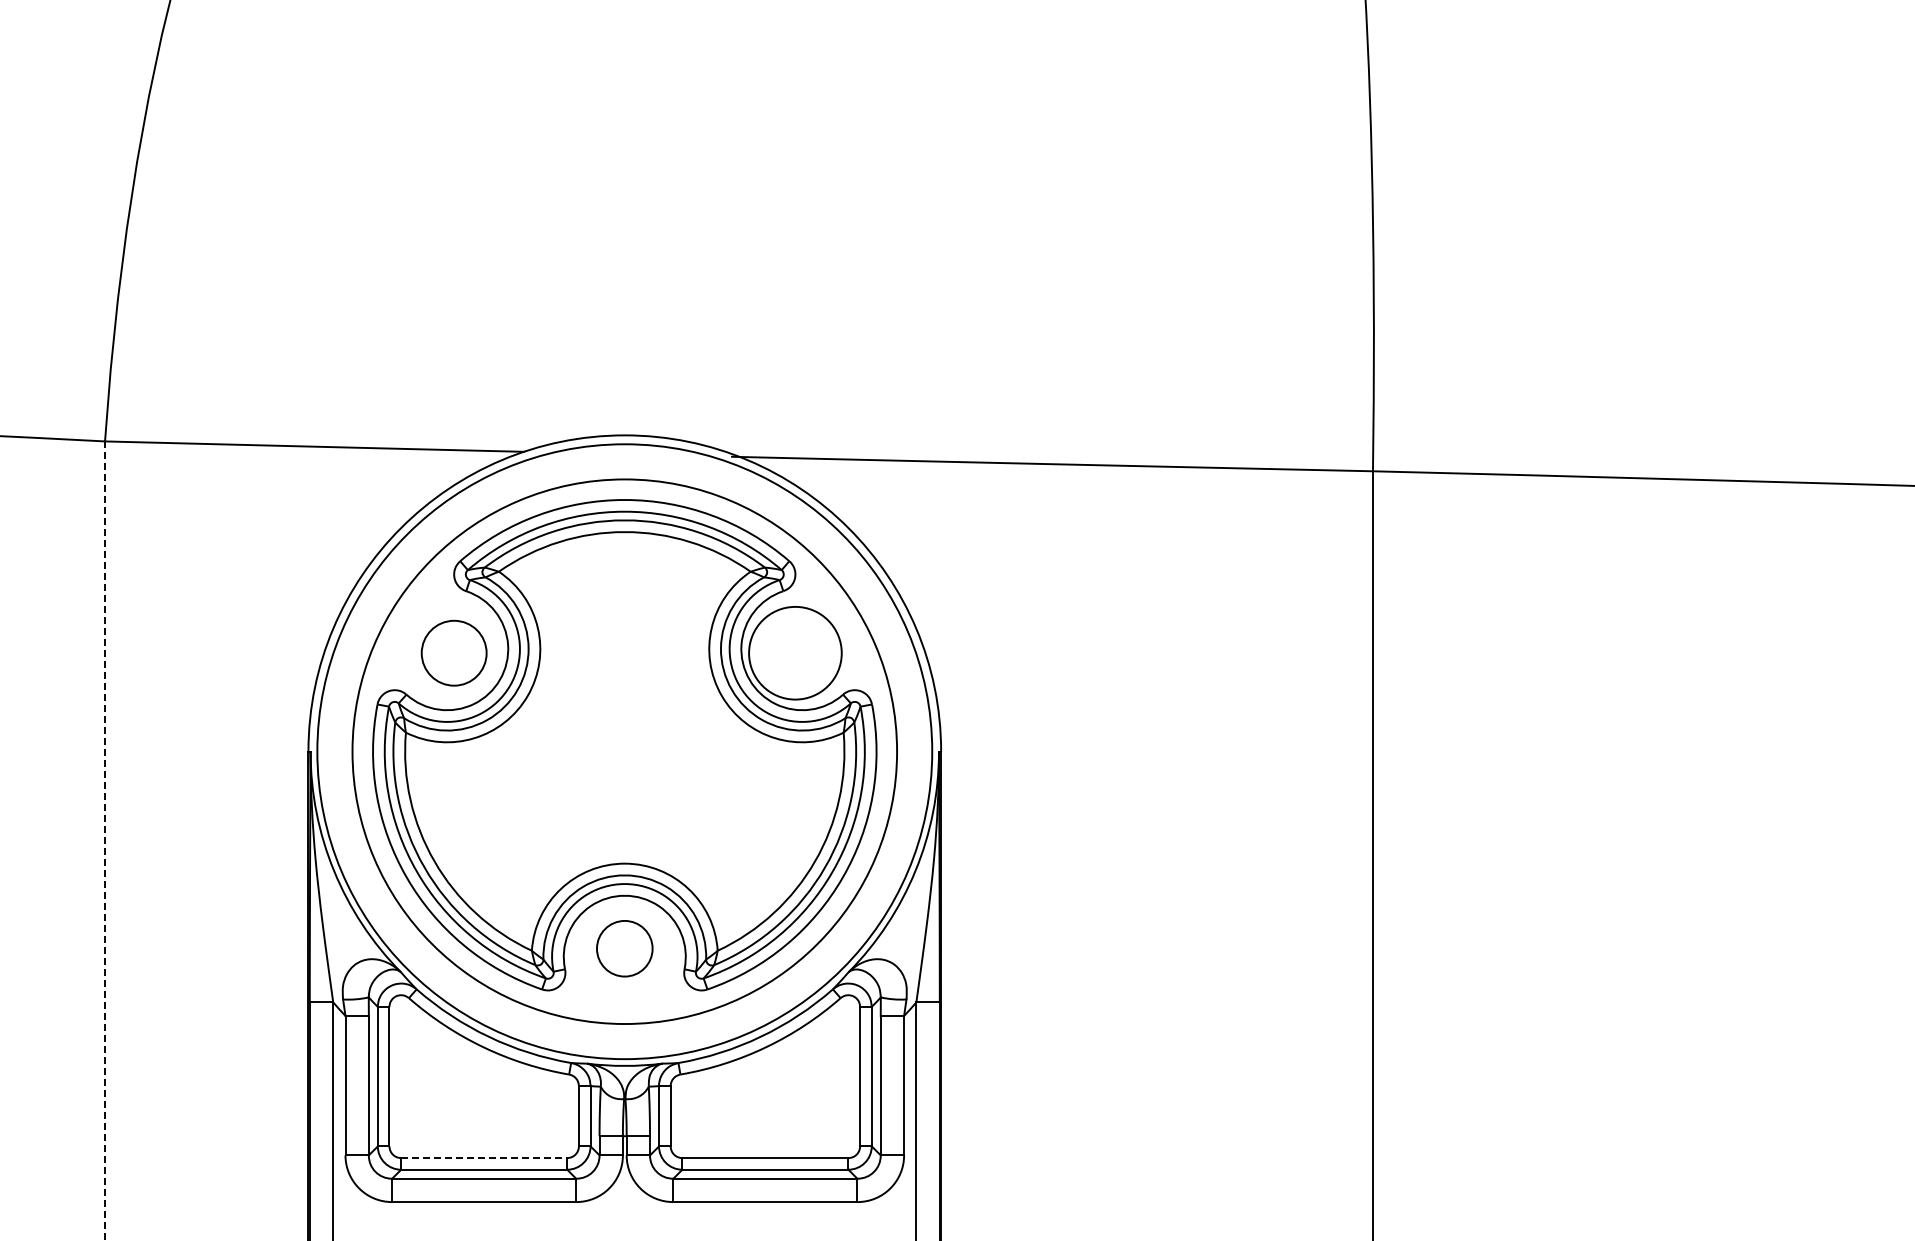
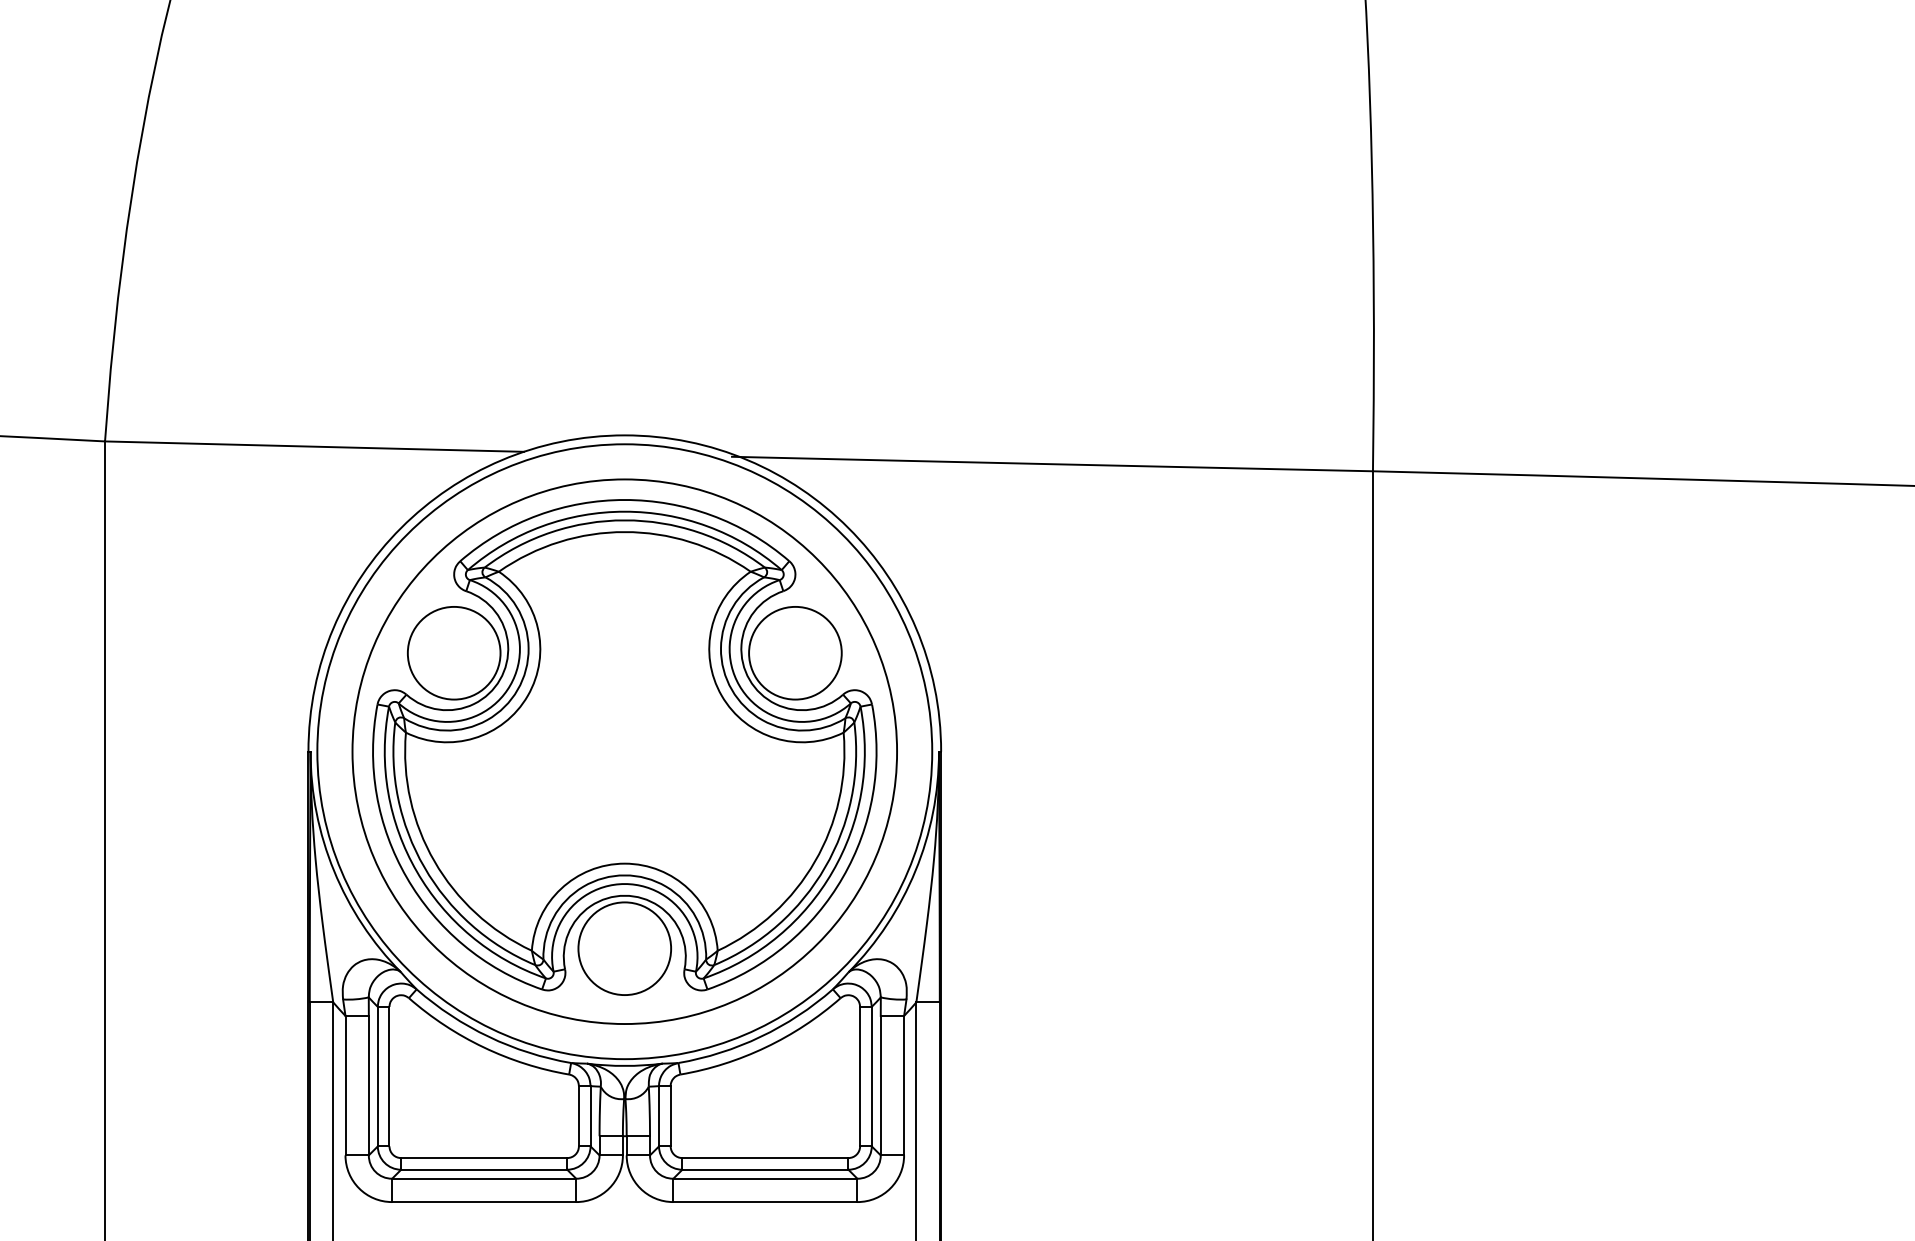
circle at (453, 652) diameter: 65 px -> 93 px
line at (105, 841): dashed -> solid
circle at (624, 948) diameter: 56 px -> 93 px
line at (484, 1158): dashed -> solid
